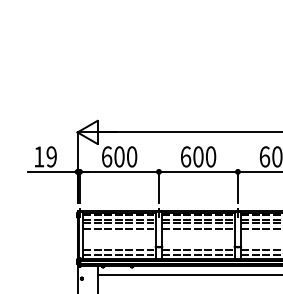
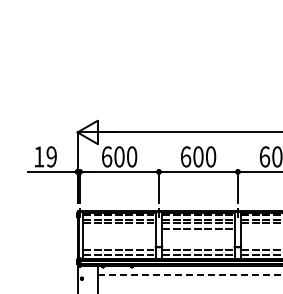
line at (119, 228): present -> none
line at (260, 228): present -> none
line at (190, 275): solid -> dashed
